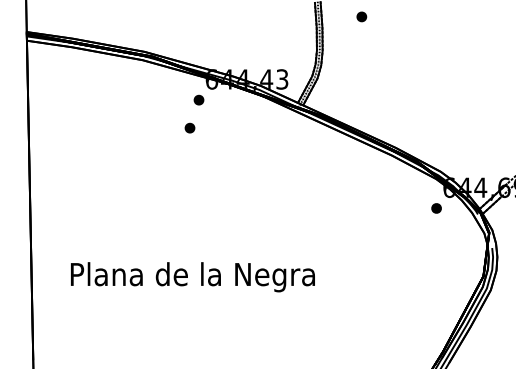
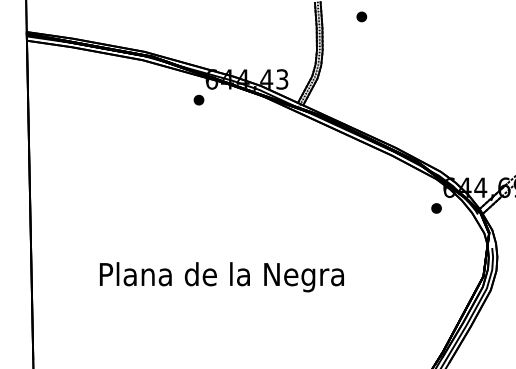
part at (189, 127): present -> none
text at (192, 277) position: (192, 277) -> (221, 277)
